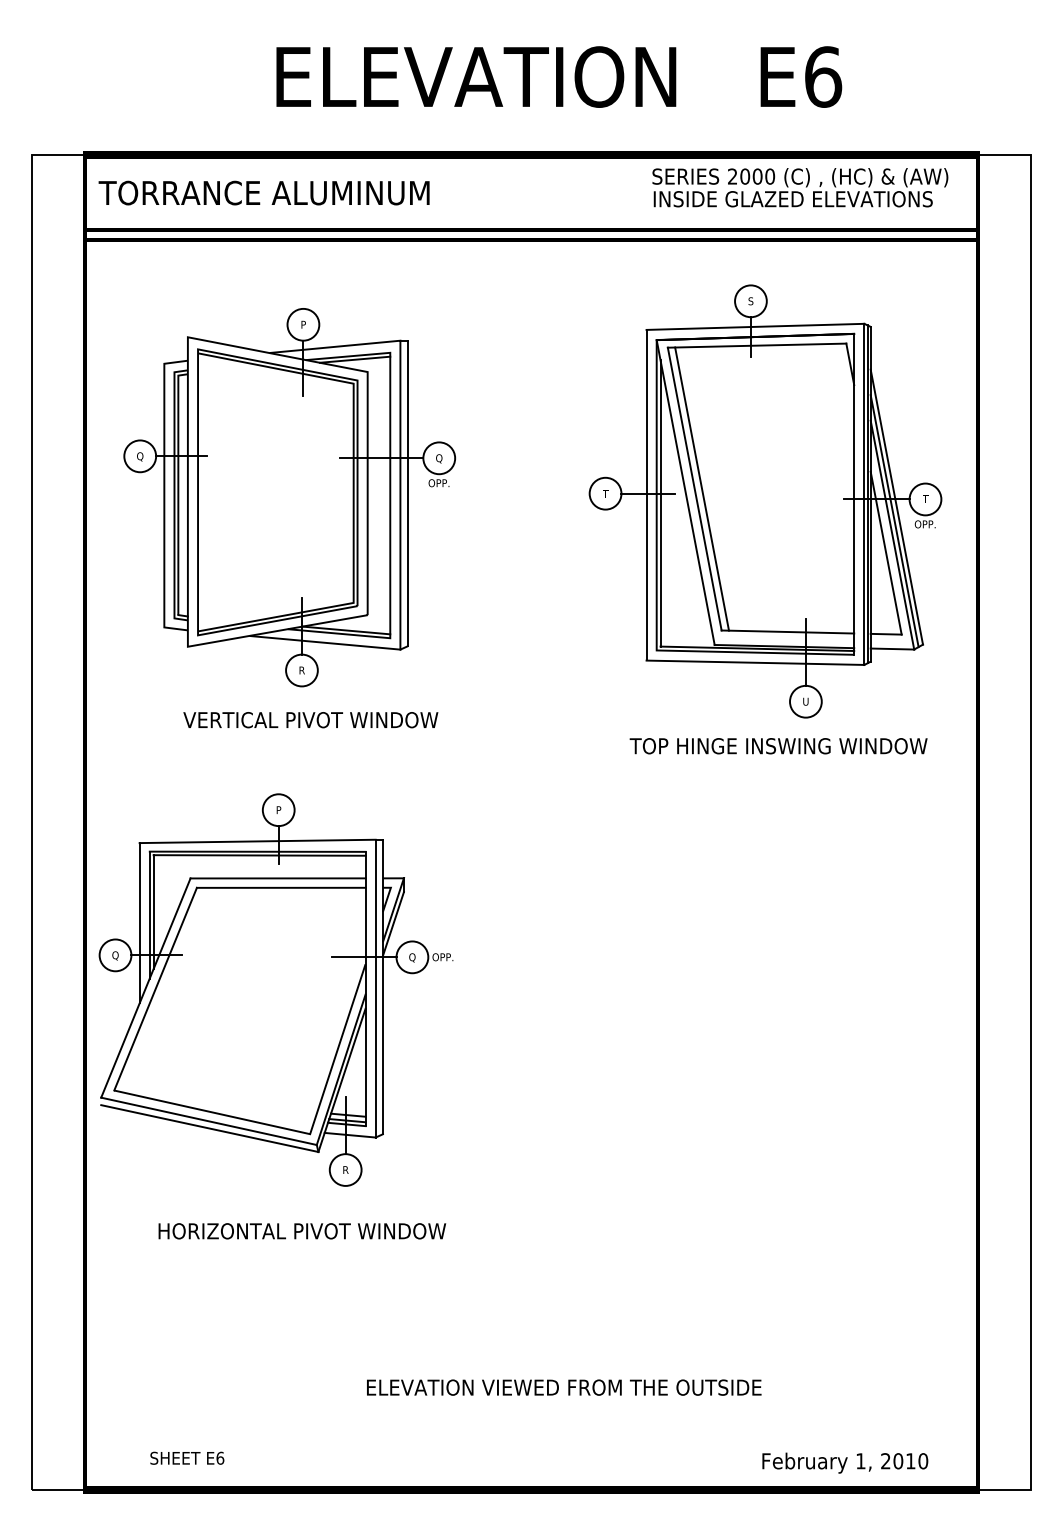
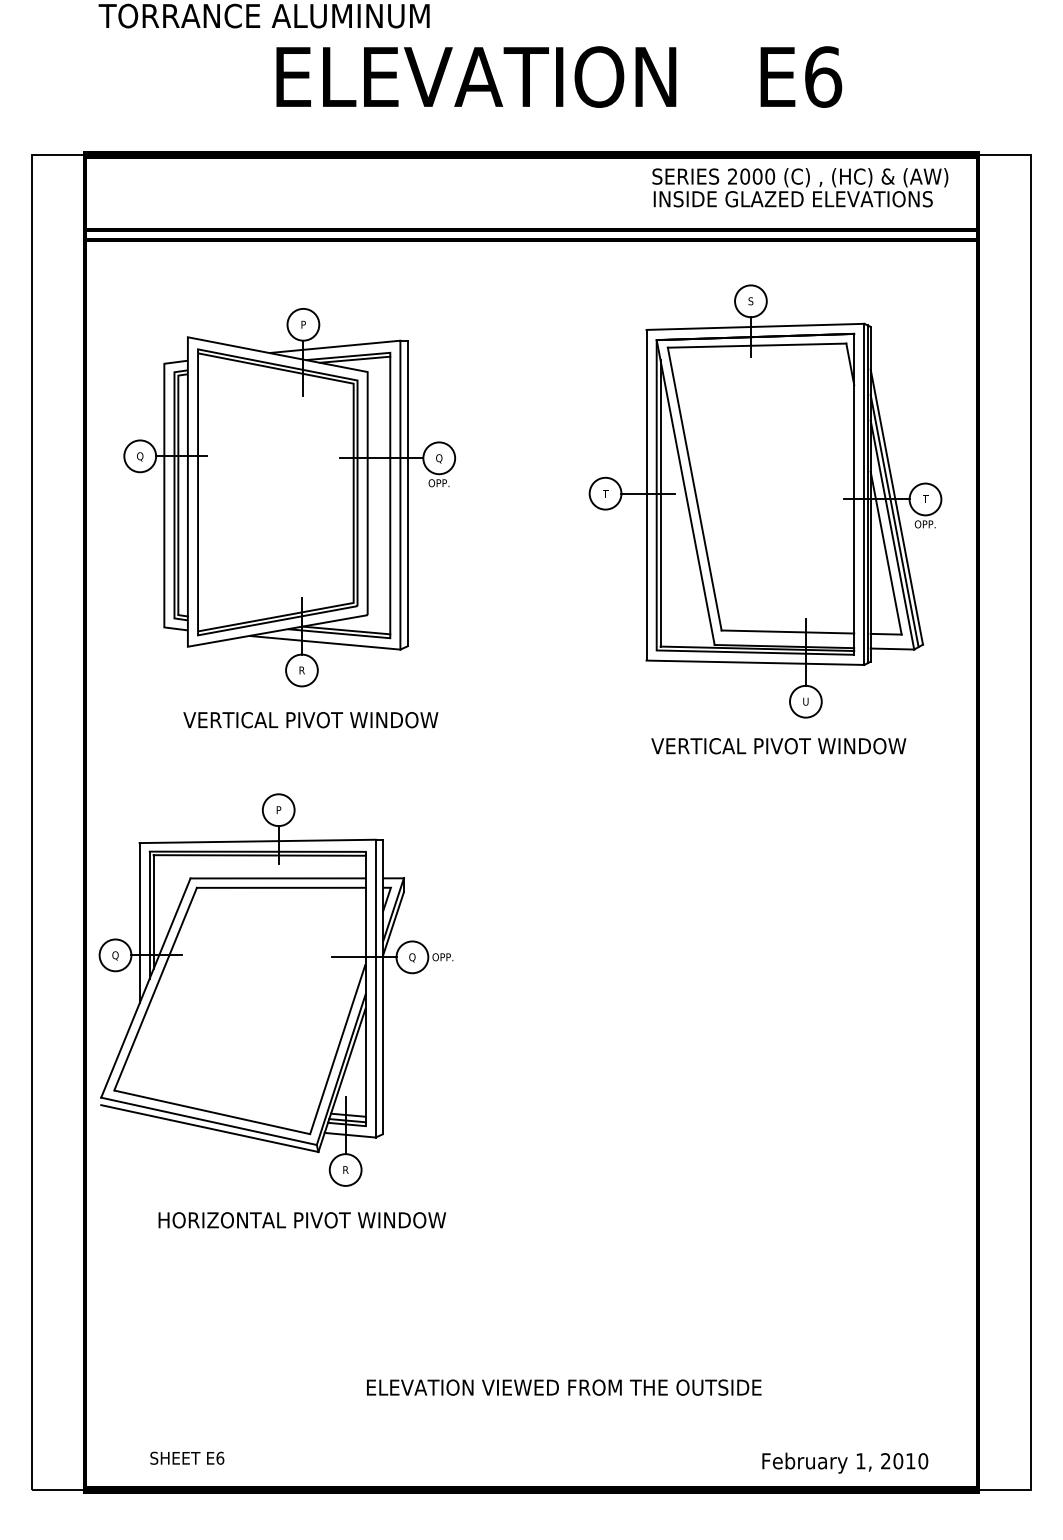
text at (263, 192) position: (263, 192) -> (263, 15)
line at (701, 488): present -> none
text at (778, 746): TOP HINGE INSWING WINDOW -> VERTICAL PIVOT WINDOW
text at (302, 1231) position: (302, 1231) -> (302, 1220)
